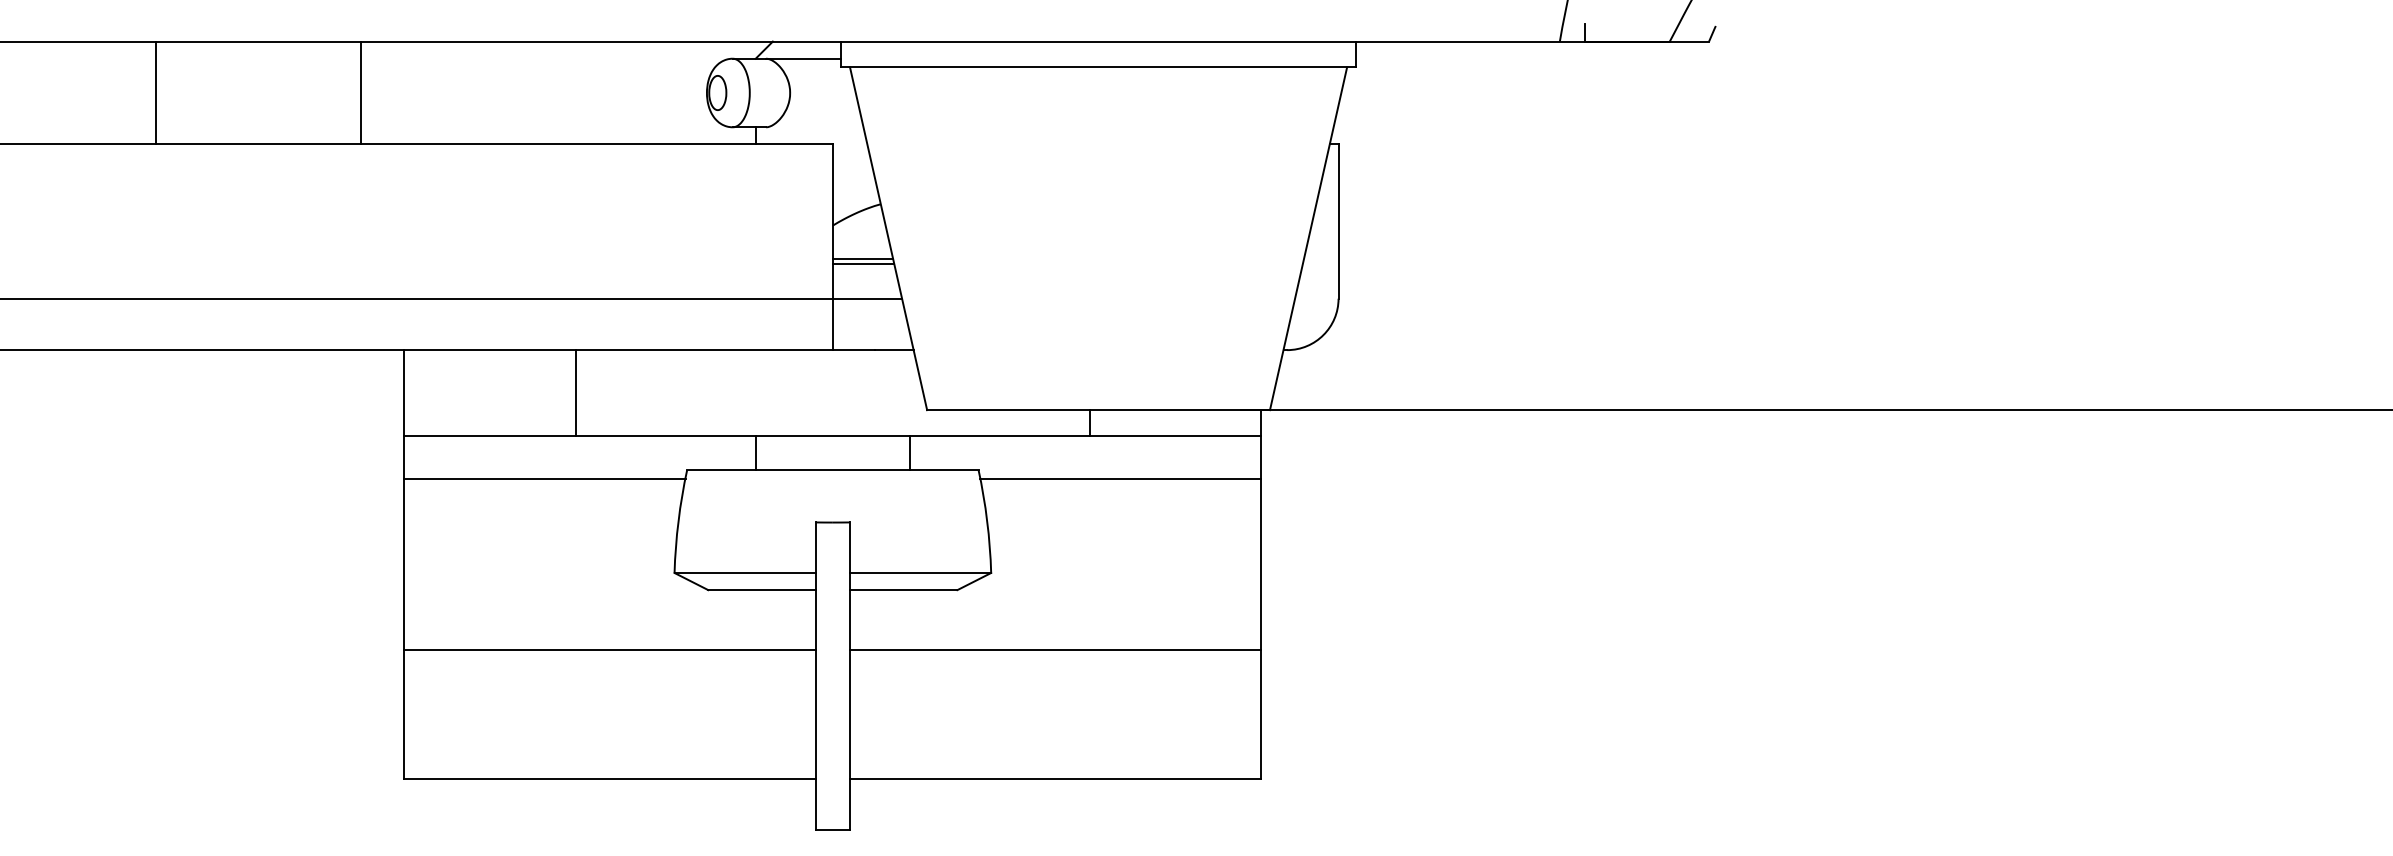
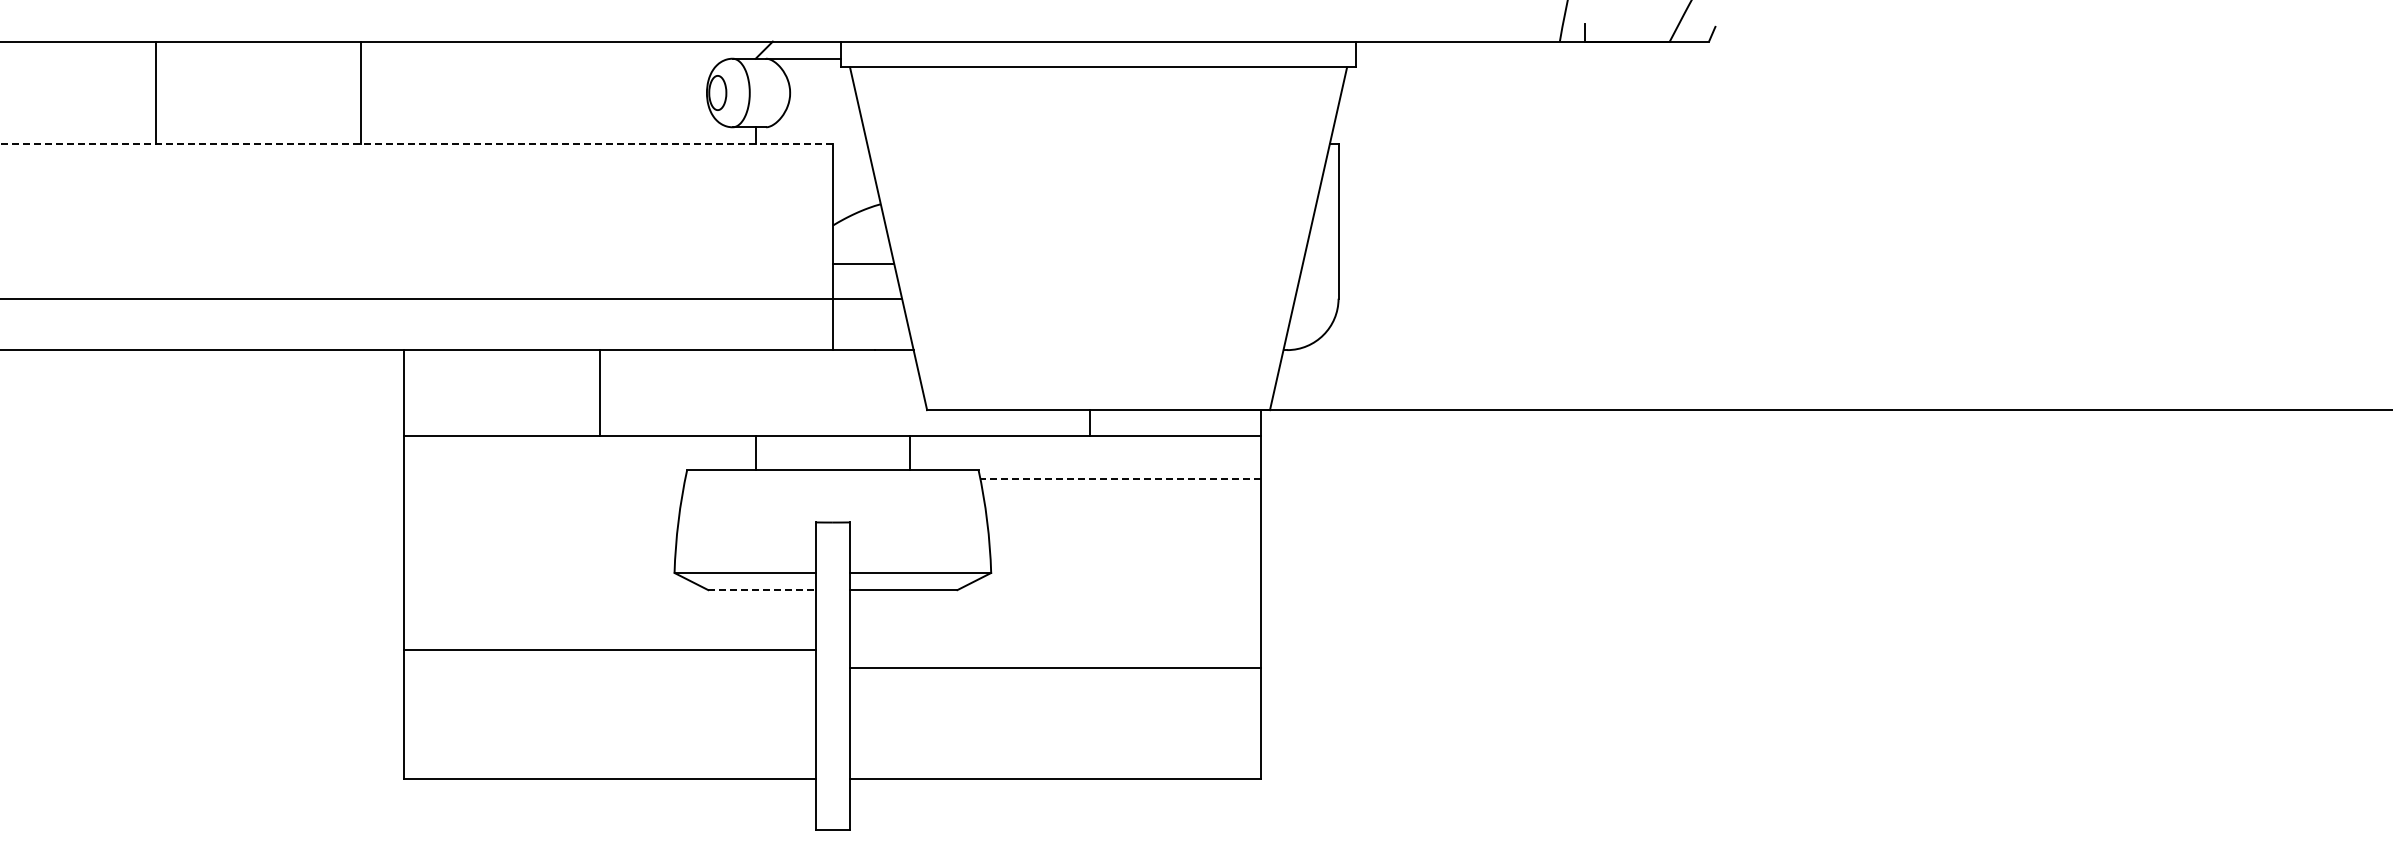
line at (416, 144): solid -> dashed
line at (862, 258): present -> none
line at (575, 392) position: (575, 392) -> (599, 392)
line at (544, 478): present -> none
line at (1120, 478): solid -> dashed
line at (762, 590): solid -> dashed
line at (1055, 650) position: (1055, 650) -> (1055, 668)
